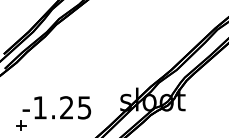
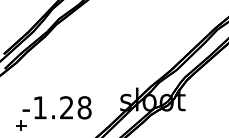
text at (84, 107): -1.25 -> -1.28
